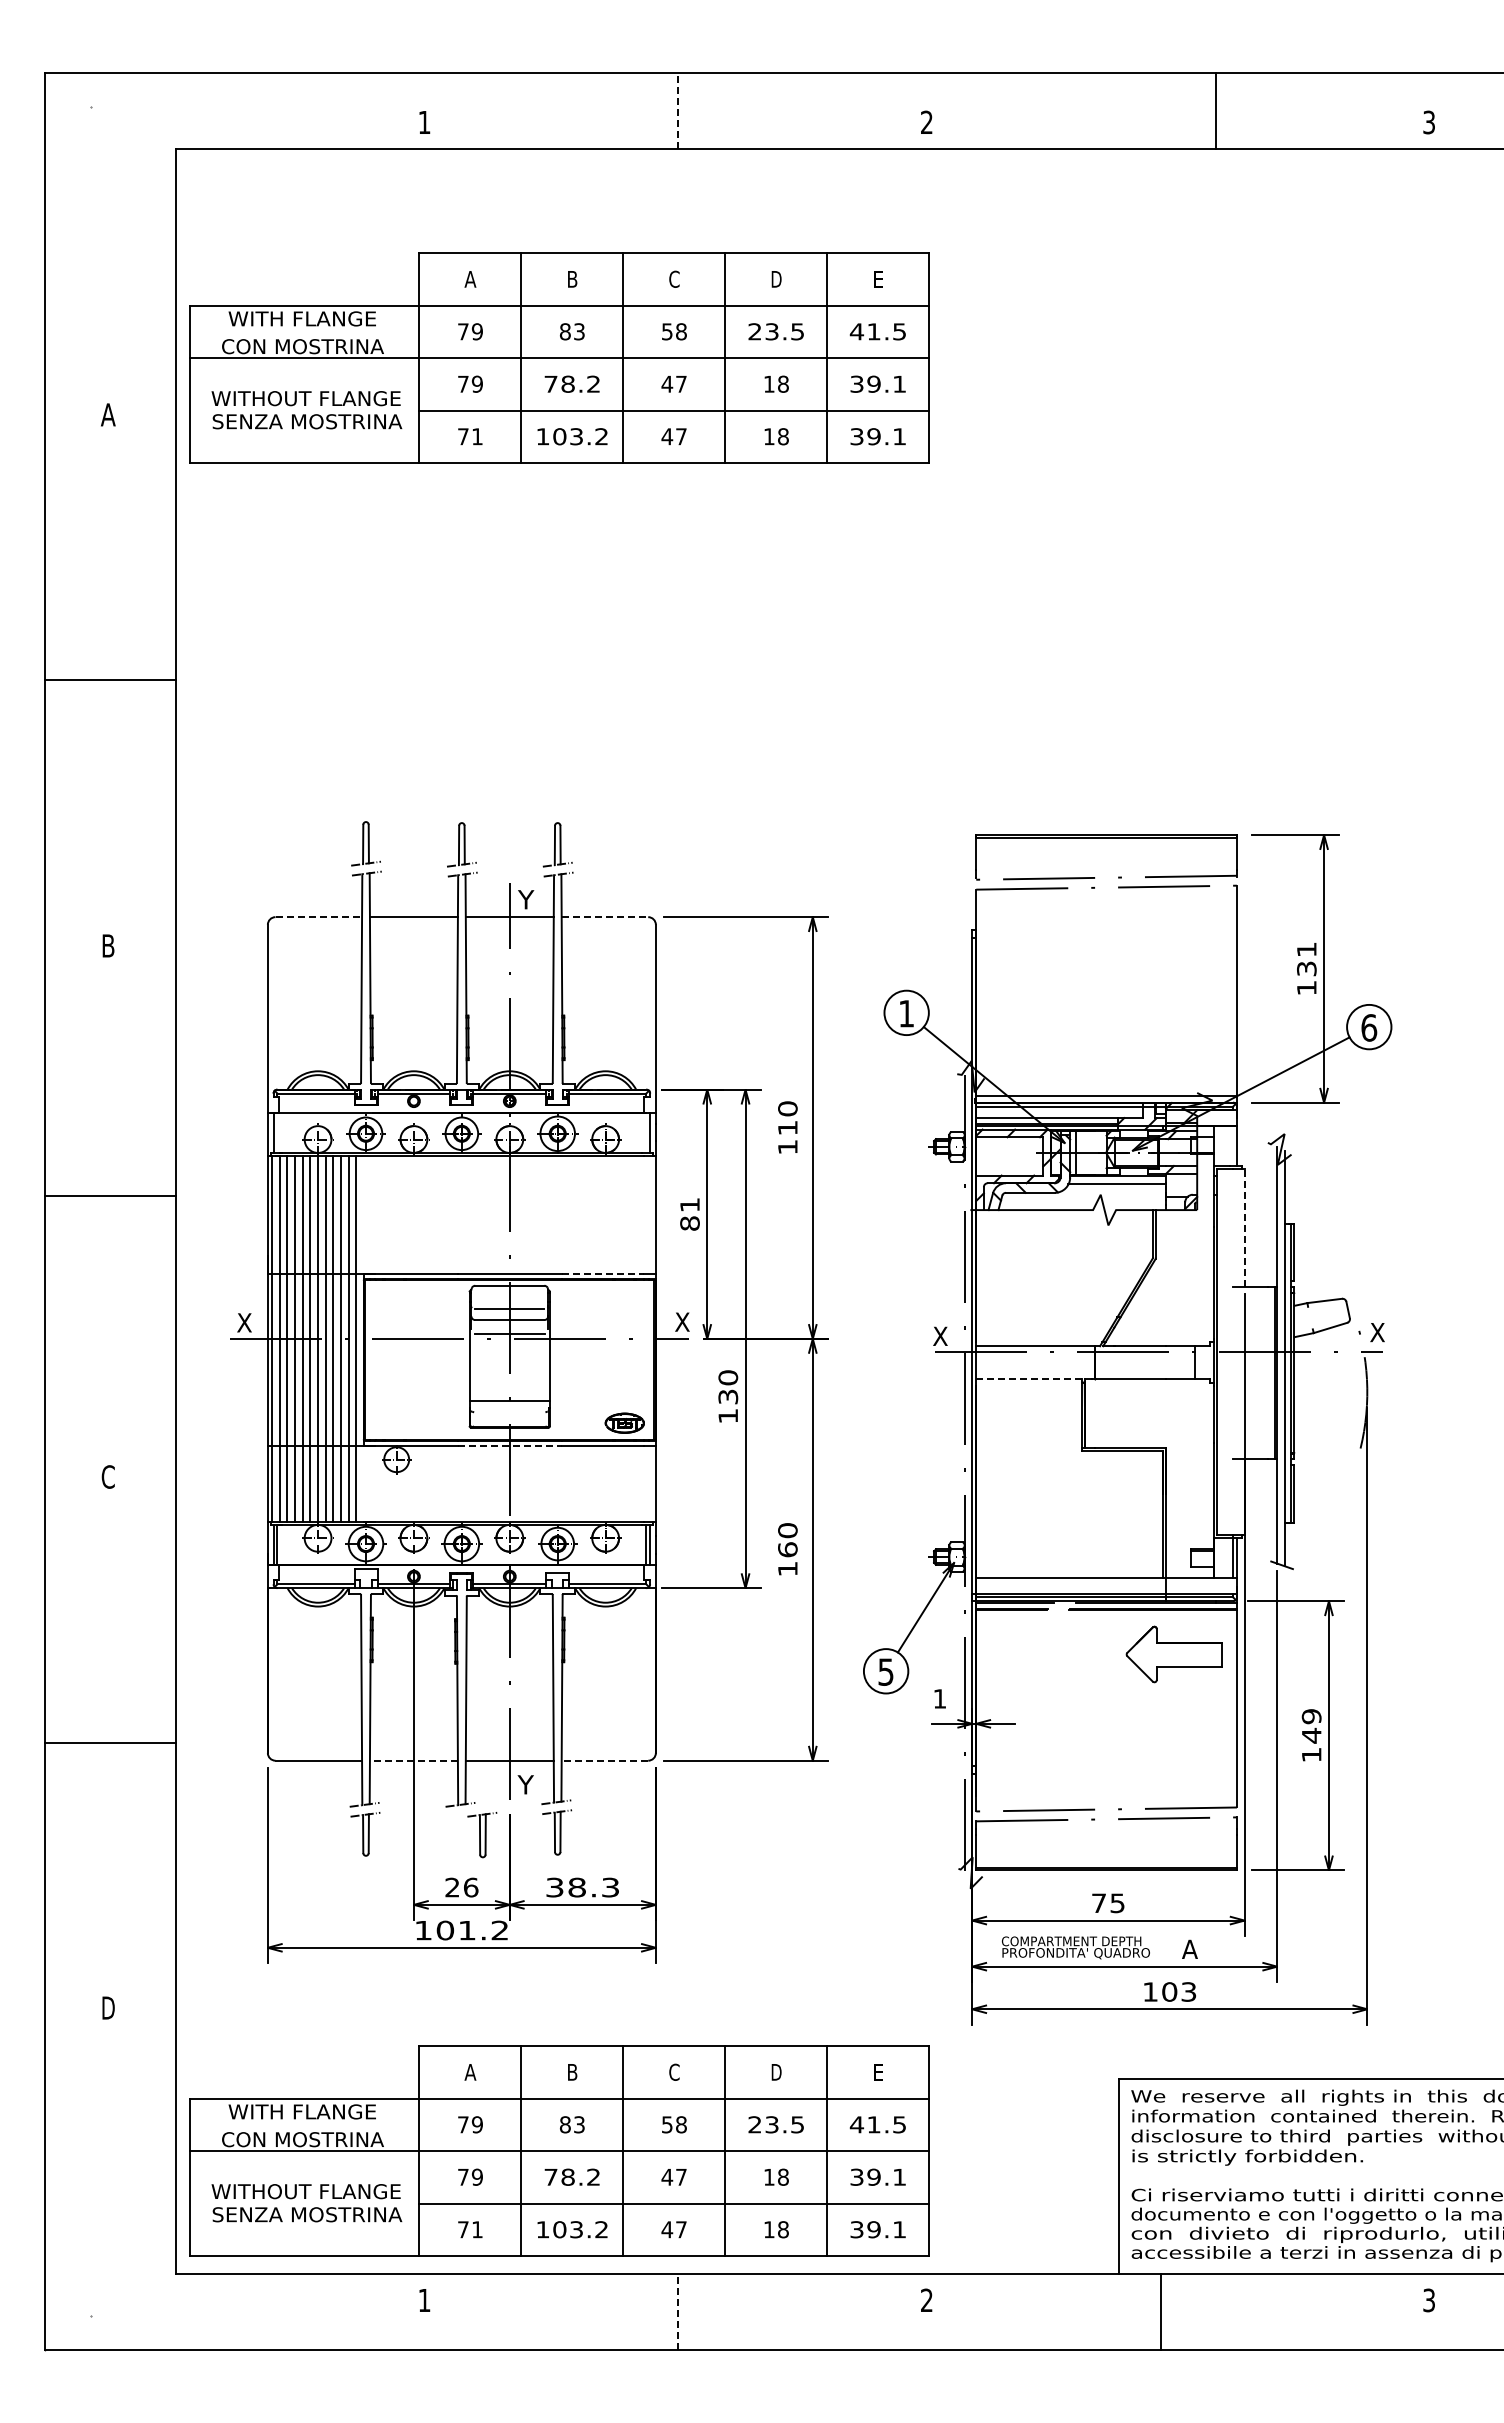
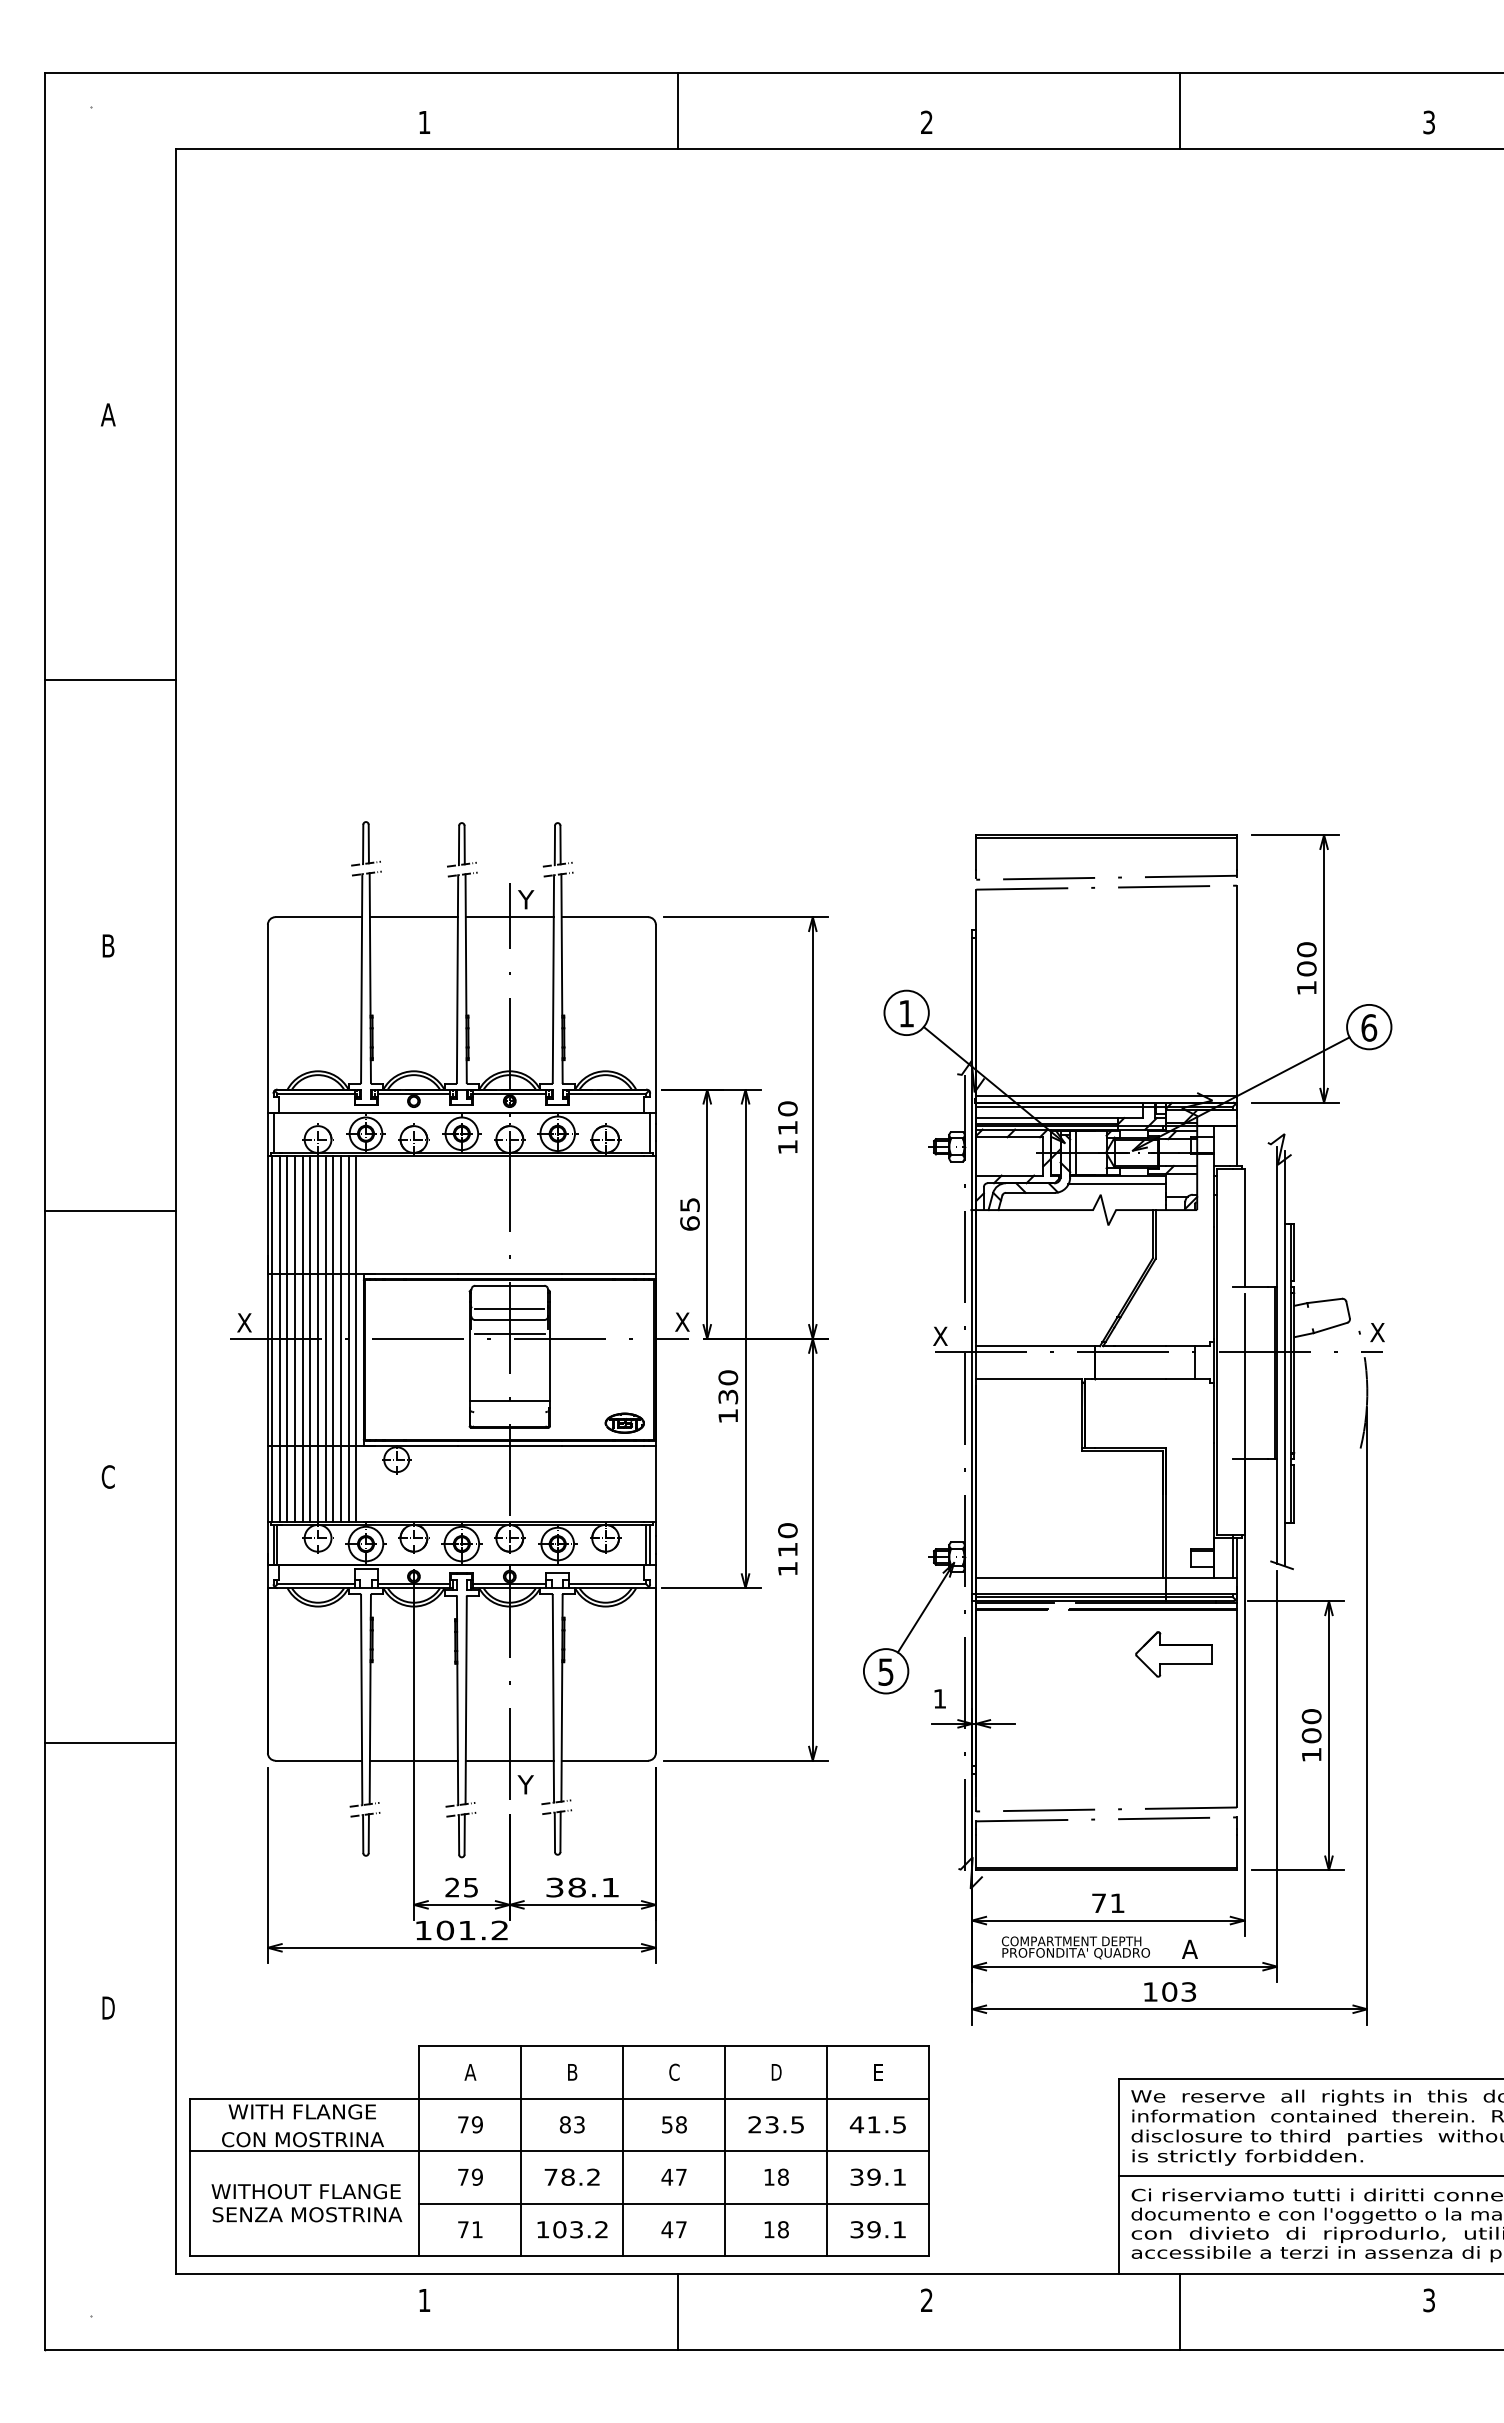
line at (677, 110): dashed -> solid
line at (1216, 110) position: (1216, 110) -> (1180, 110)
part at (559, 357): present -> none
line at (319, 917): dashed -> solid
line at (605, 917): dashed -> solid
text at (1306, 959): 131 -> 100
line at (110, 1196) position: (110, 1196) -> (110, 1211)
text at (689, 1214): 81 -> 65
line at (1244, 1227): dashed -> solid
line at (603, 1273): dashed -> solid
line at (1029, 1378): dashed -> solid
line at (509, 1446): dashed -> solid
text at (787, 1549): 160 -> 110
part at (1173, 1654) size: 98x59 px -> 78x47 px
text at (1311, 1726): 149 -> 100
line at (413, 1760): dashed -> solid
line at (604, 1760): dashed -> solid
part at (482, 1835) position: (482, 1835) -> (461, 1835)
text at (471, 1887): 26 -> 25
text at (610, 1887): 38.3 -> 38.1
text at (1117, 1903): 75 -> 71
line at (1309, 2176): none -> present
line at (677, 2311): dashed -> solid
line at (1161, 2311) position: (1161, 2311) -> (1180, 2311)
